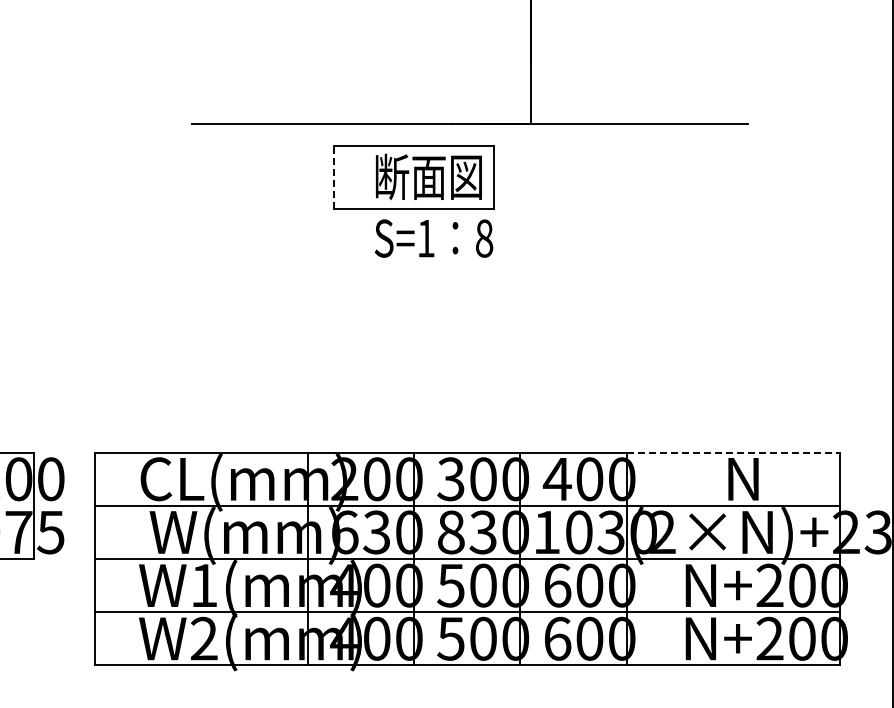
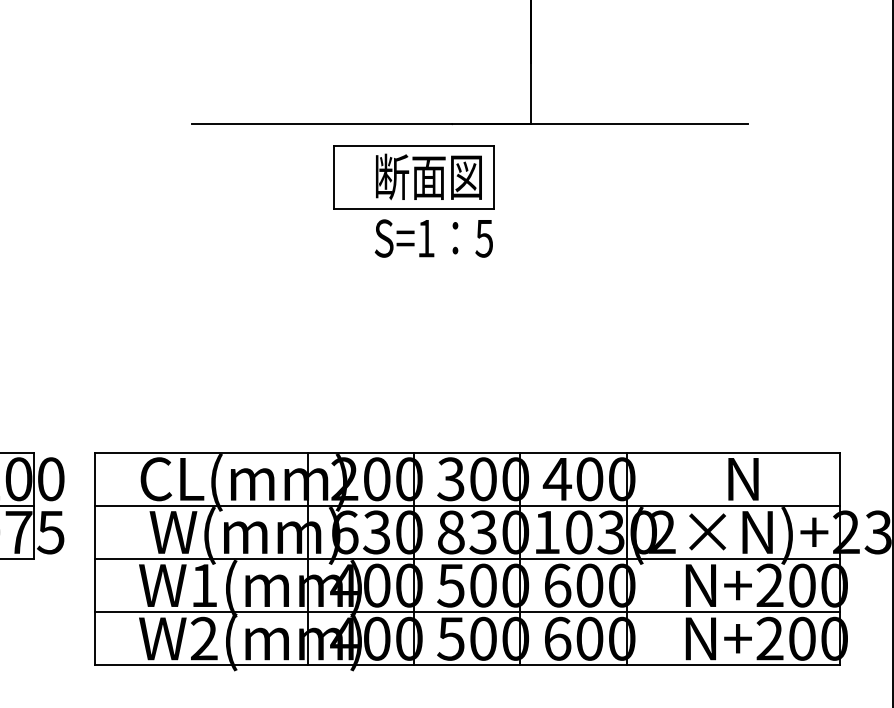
line at (334, 177): dashed -> solid
text at (484, 238): 8 -> 5
line at (733, 452): dashed -> solid
line at (18, 505): none -> present
